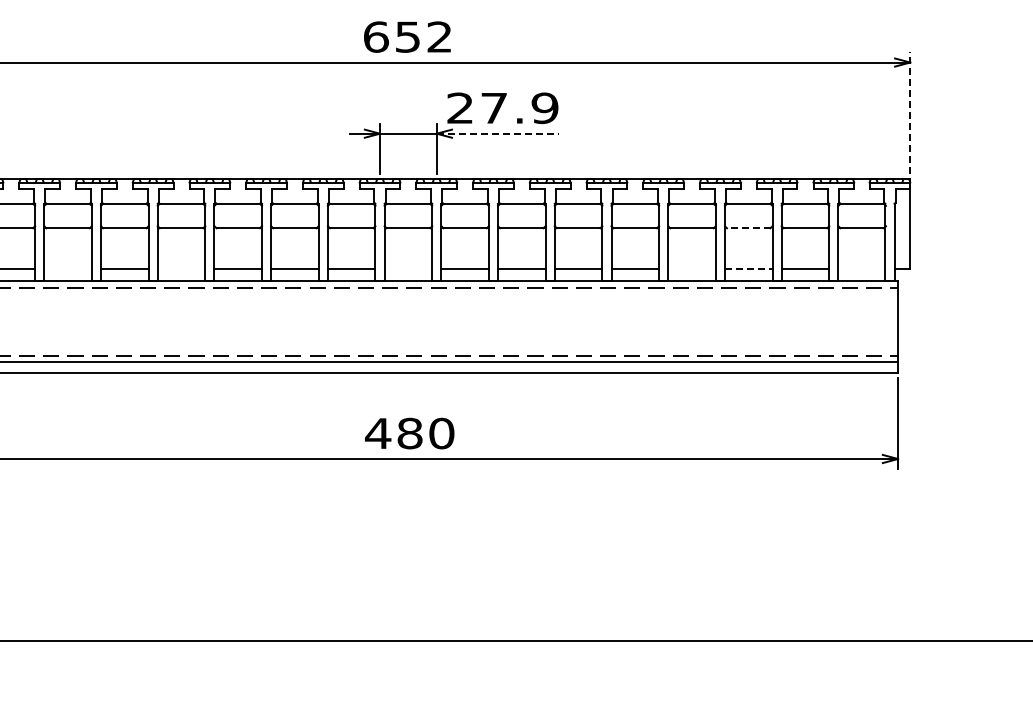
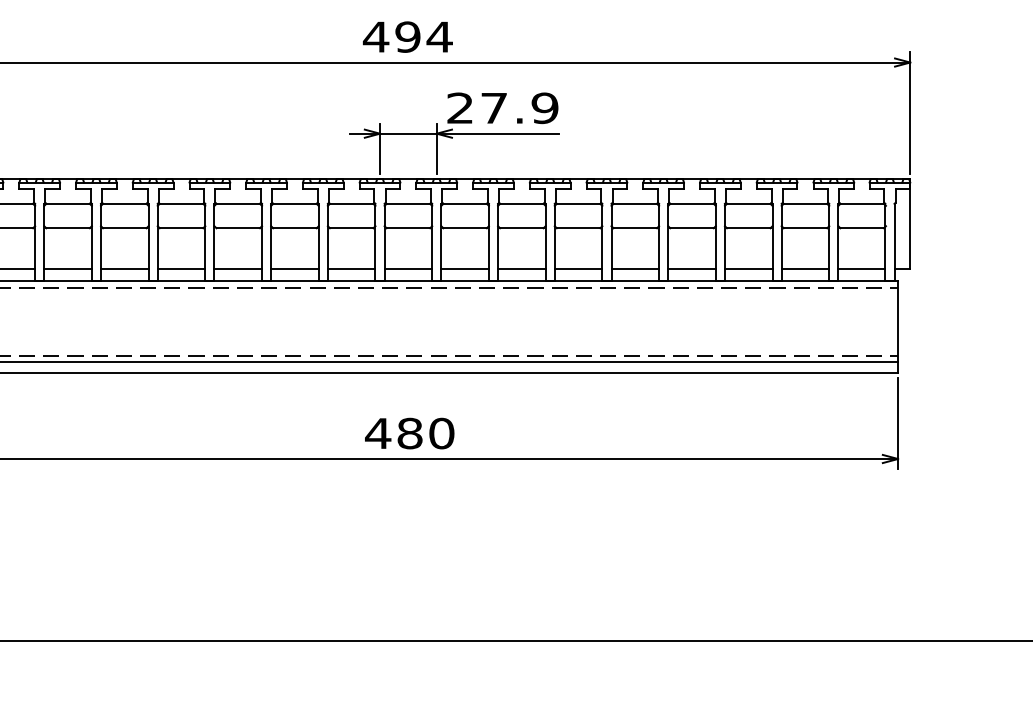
text at (407, 36): 652 -> 494
line at (910, 113): dashed -> solid
line at (497, 133): dashed -> solid
line at (748, 228): dashed -> solid
line at (67, 268): none -> present
line at (181, 268): none -> present
line at (408, 268): none -> present
line at (691, 268): none -> present
line at (748, 268): dashed -> solid
line at (861, 268): none -> present
